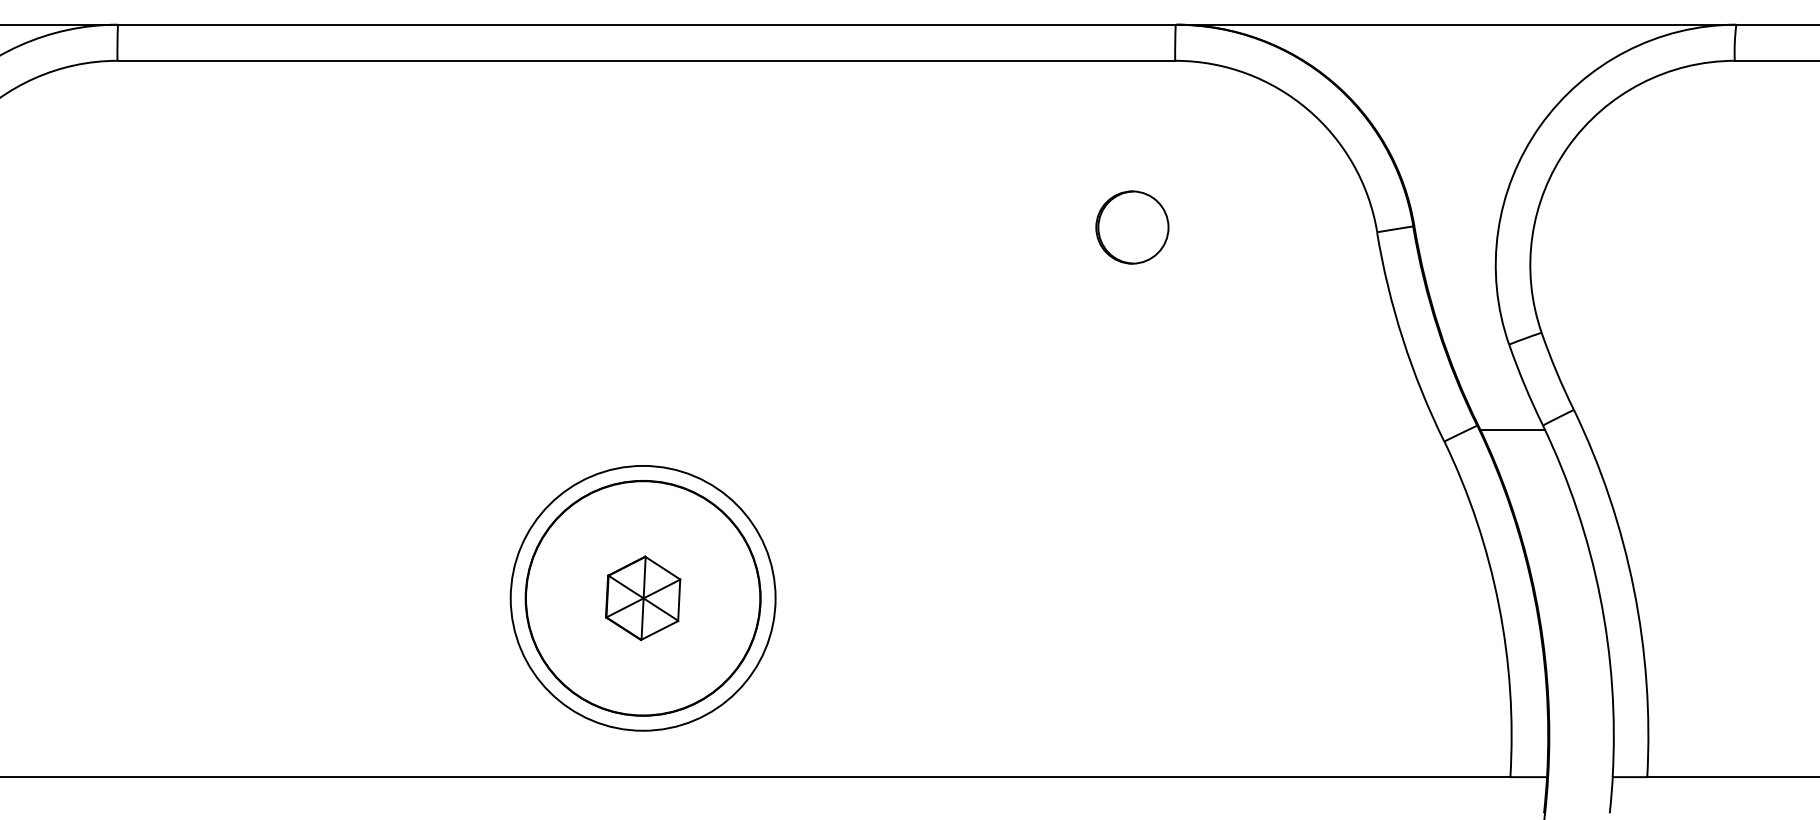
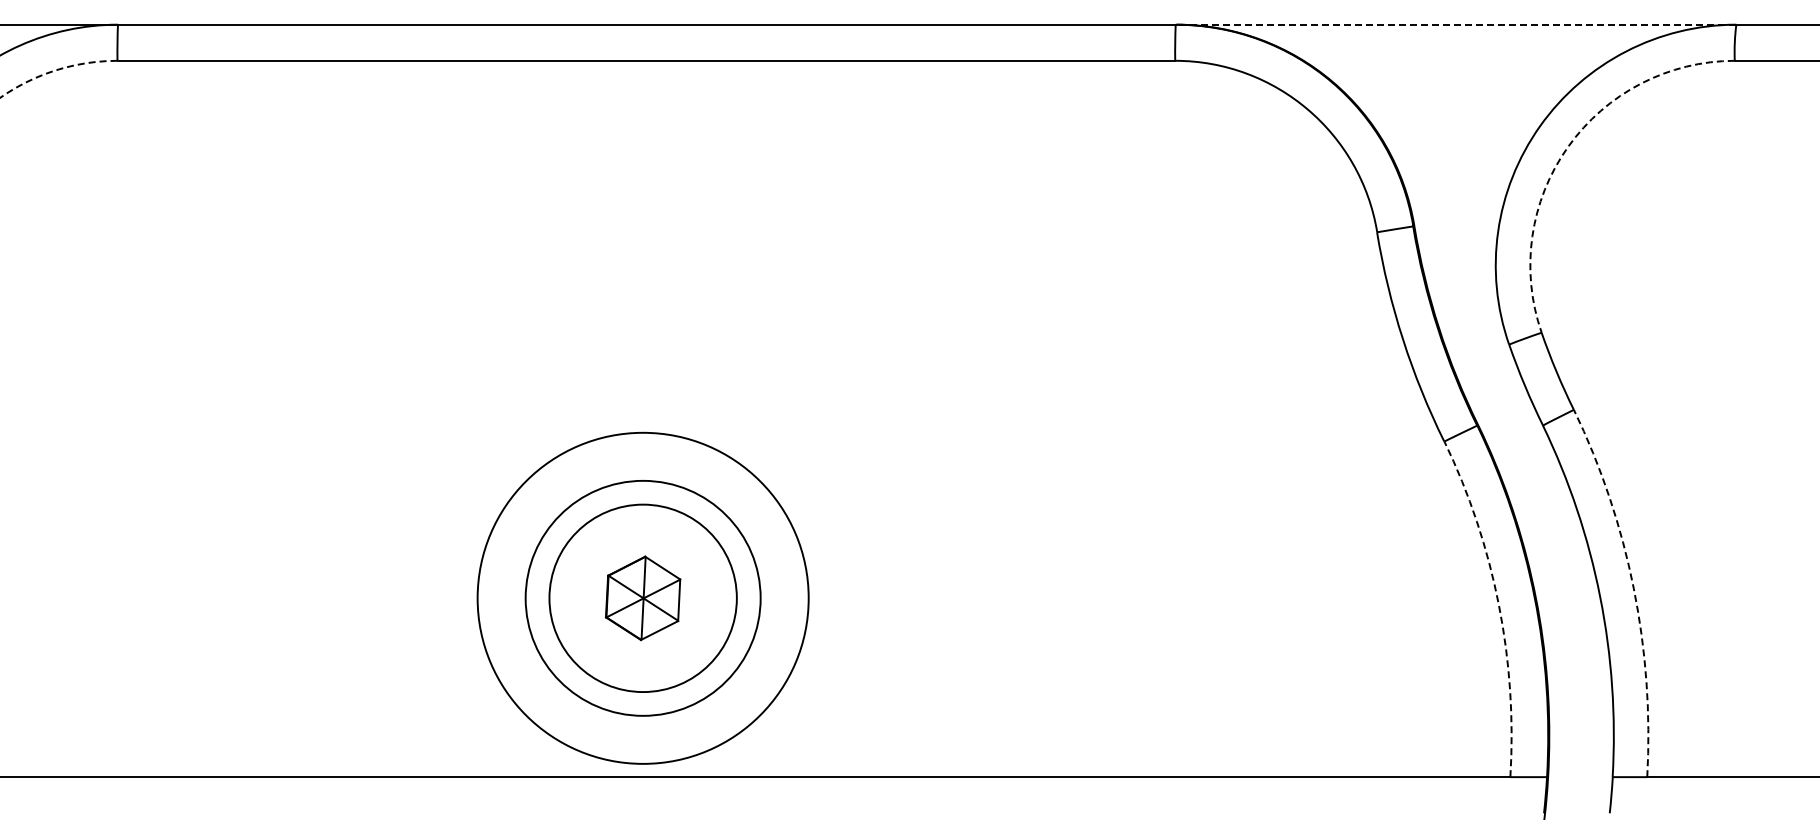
line at (1456, 24): solid -> dashed
arc at (55, 70): solid -> dashed
arc at (1568, 146): solid -> dashed
part at (1132, 227): present -> none
line at (1512, 430): present -> none
arc at (1633, 588): solid -> dashed
circle at (642, 597) diameter: 265 px -> 331 px
circle at (643, 598) diameter: 234 px -> 187 px
arc at (1498, 605): solid -> dashed
